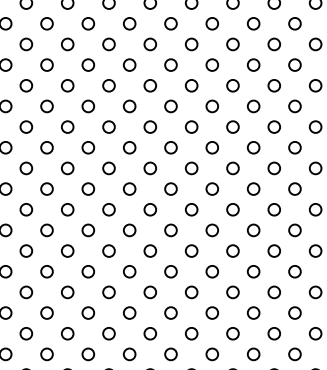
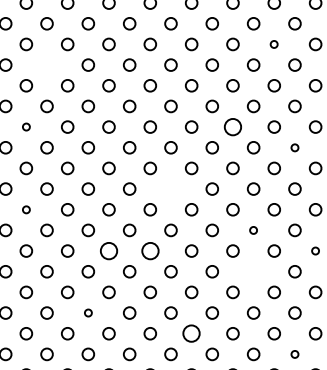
circle at (273, 44) size: 14x15 px -> 10x9 px
circle at (46, 64): present -> none
circle at (26, 126) size: 15x14 px -> 9x10 px
circle at (232, 126) size: 14x14 px -> 19x19 px
circle at (294, 147) size: 14x14 px -> 10x10 px
circle at (170, 188): present -> none
circle at (26, 209) size: 15x14 px -> 9x10 px
circle at (253, 230) size: 15x15 px -> 9x9 px
circle at (108, 250) size: 14x14 px -> 19x19 px
circle at (149, 250) size: 14x14 px -> 19x19 px
circle at (315, 250) size: 15x14 px -> 9x10 px
circle at (253, 271): present -> none
circle at (88, 312) size: 15x14 px -> 9x10 px
circle at (191, 333) size: 14x14 px -> 19x19 px
circle at (294, 354) size: 14x15 px -> 10x9 px
